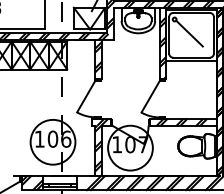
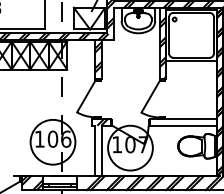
line at (189, 33): present -> none
hatch at (186, 122): present -> none
hatch at (98, 148): present -> none
